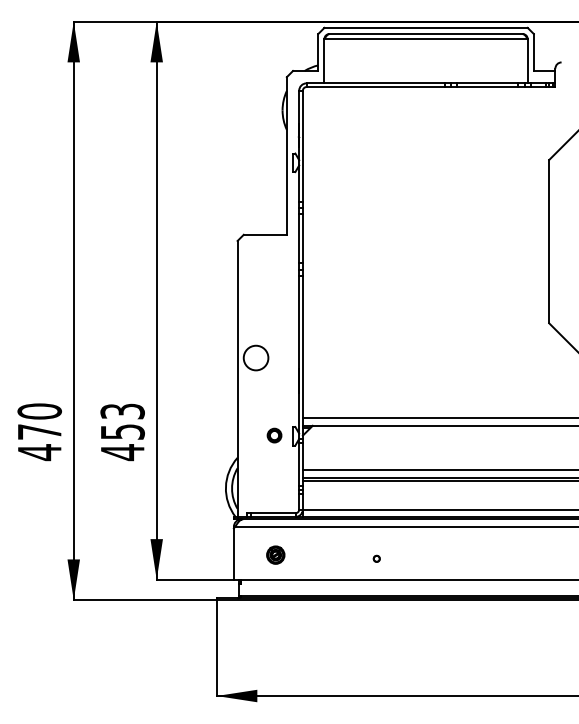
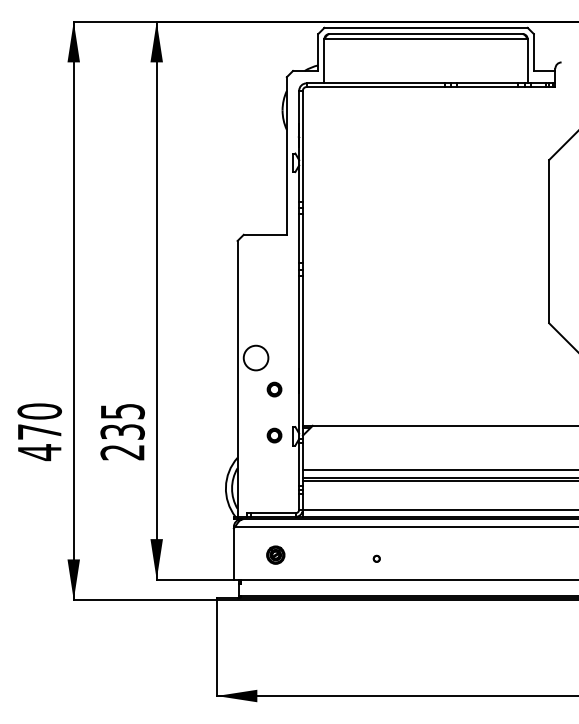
part at (274, 389): none -> present
line at (438, 418): present -> none
text at (122, 432): 453 -> 235
